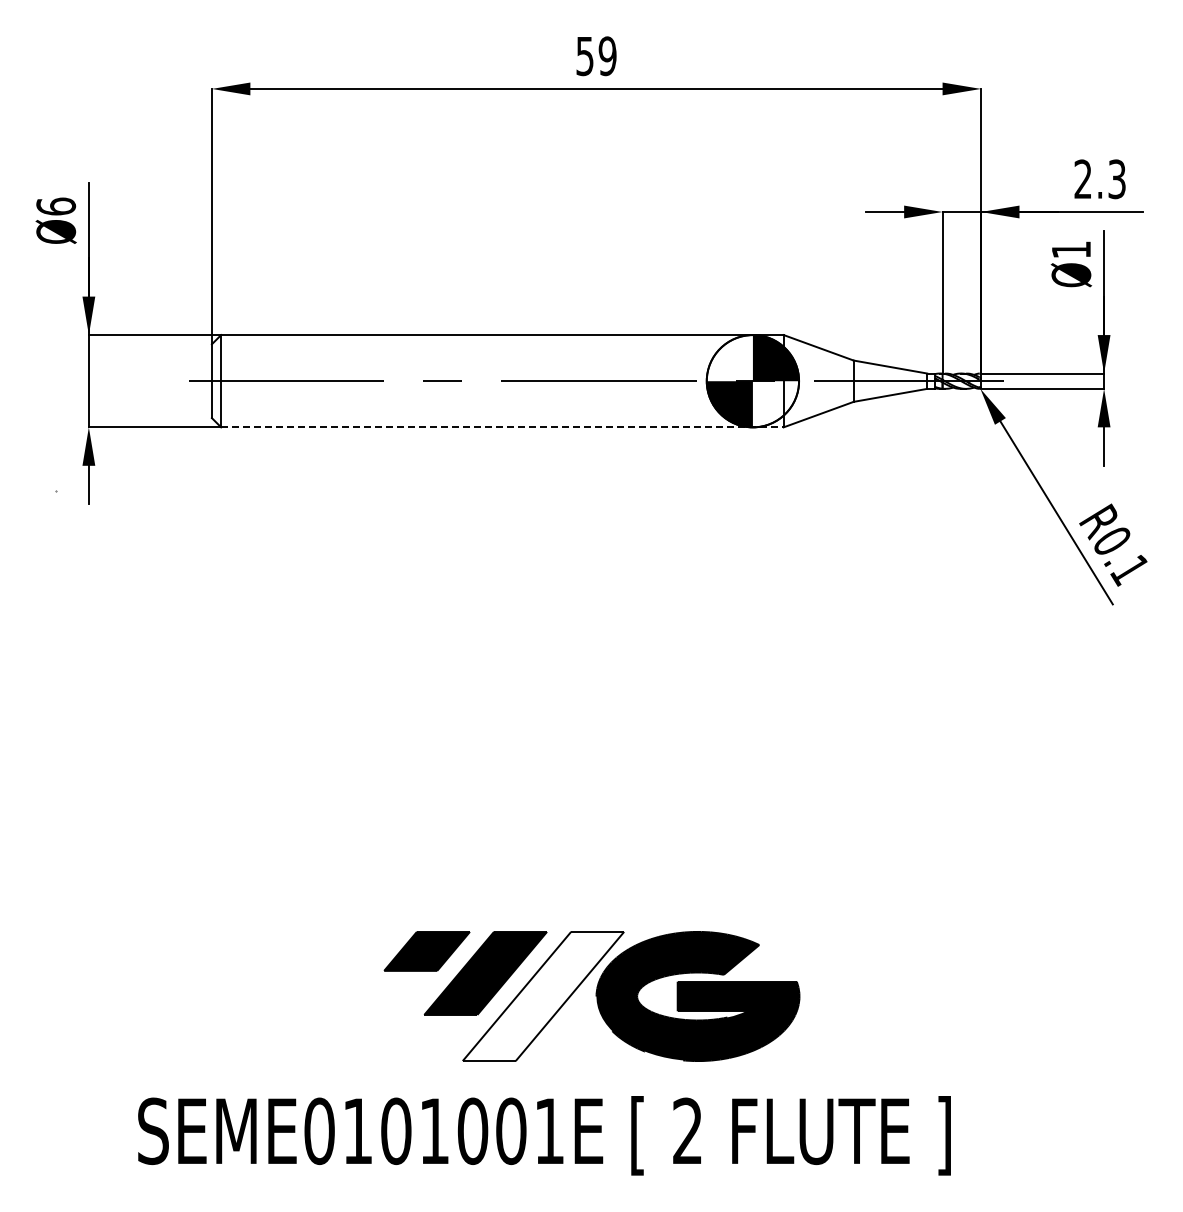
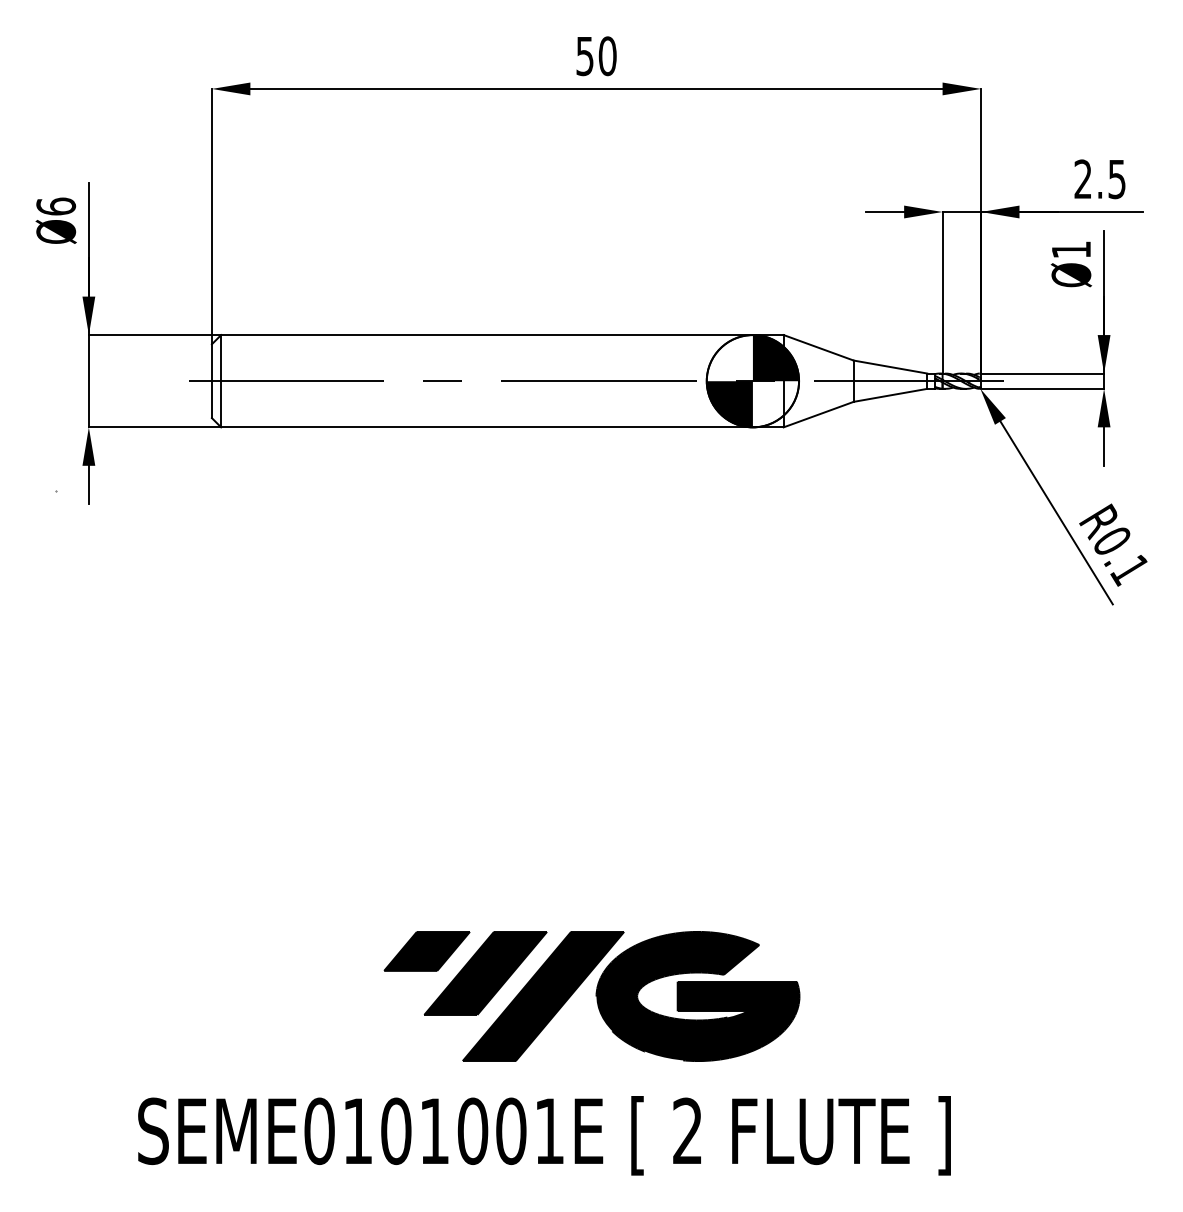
text at (607, 56): 59 -> 50
text at (1117, 178): 2.3 -> 2.5
line at (502, 427): dashed -> solid
fill at (543, 996): none -> present
